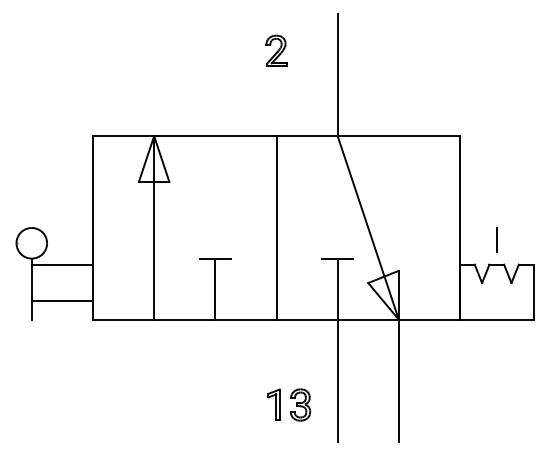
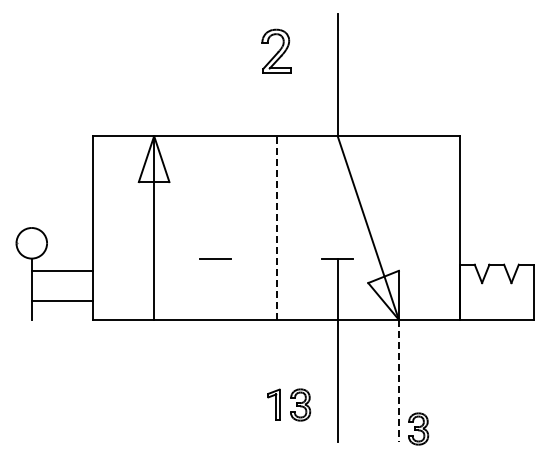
part at (276, 50) size: 23x33 px -> 31x46 px
line at (276, 227): solid -> dashed
line at (496, 240): present -> none
line at (61, 264) position: (61, 264) -> (61, 270)
line at (215, 288): present -> none
line at (398, 381): solid -> dashed
part at (418, 428): none -> present
